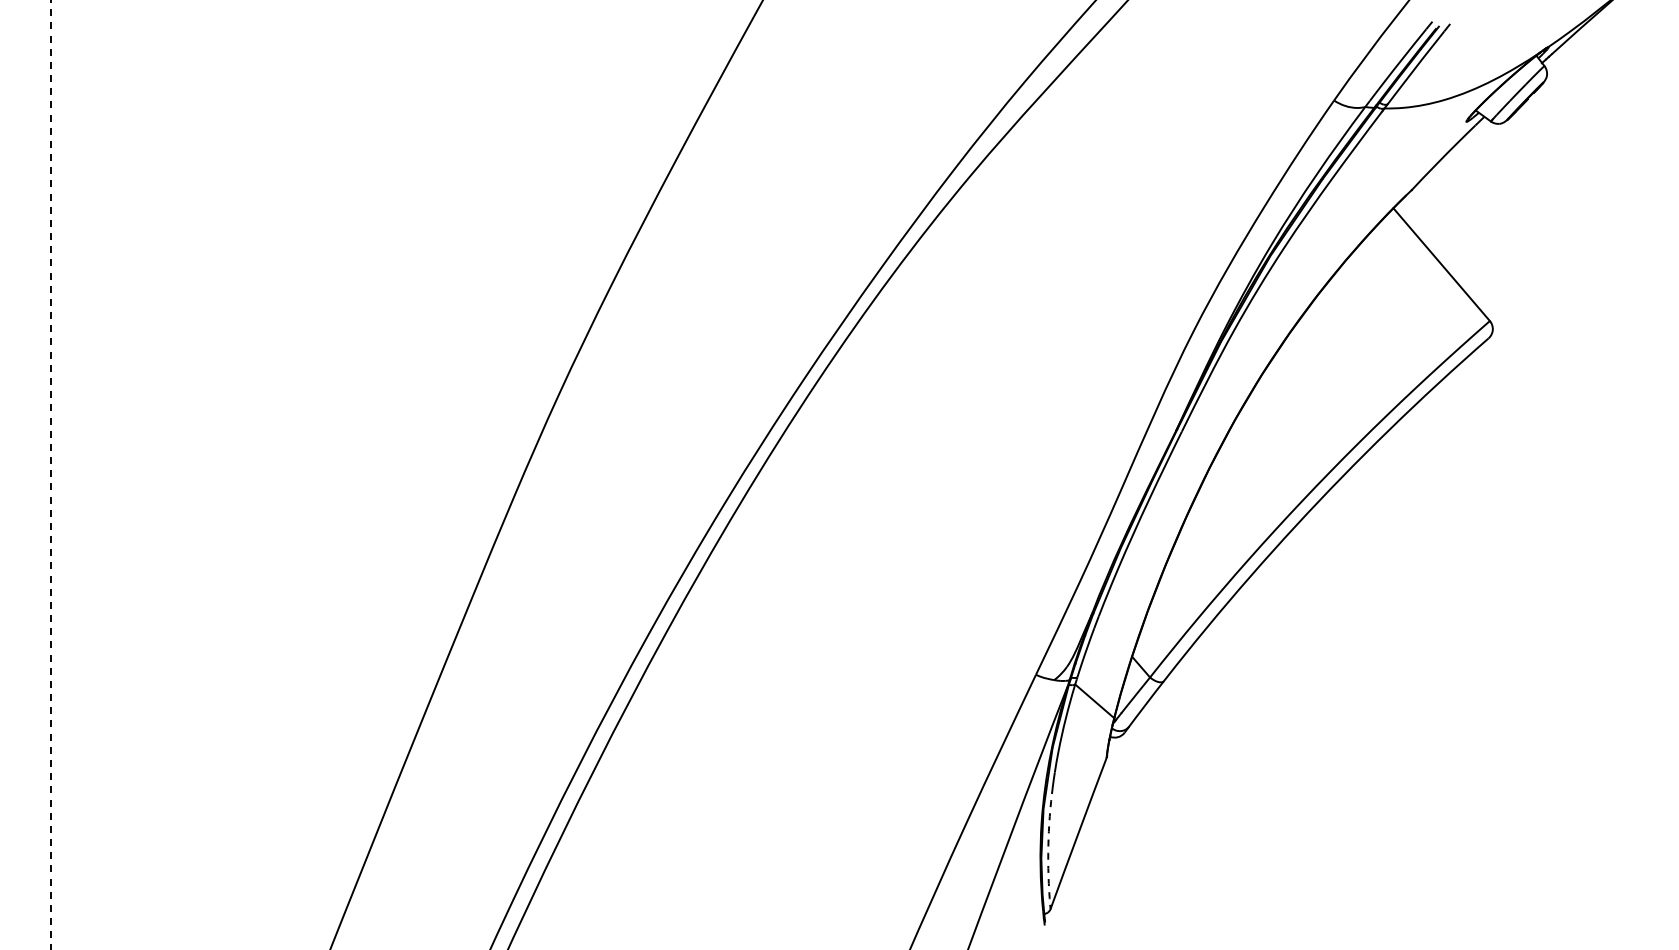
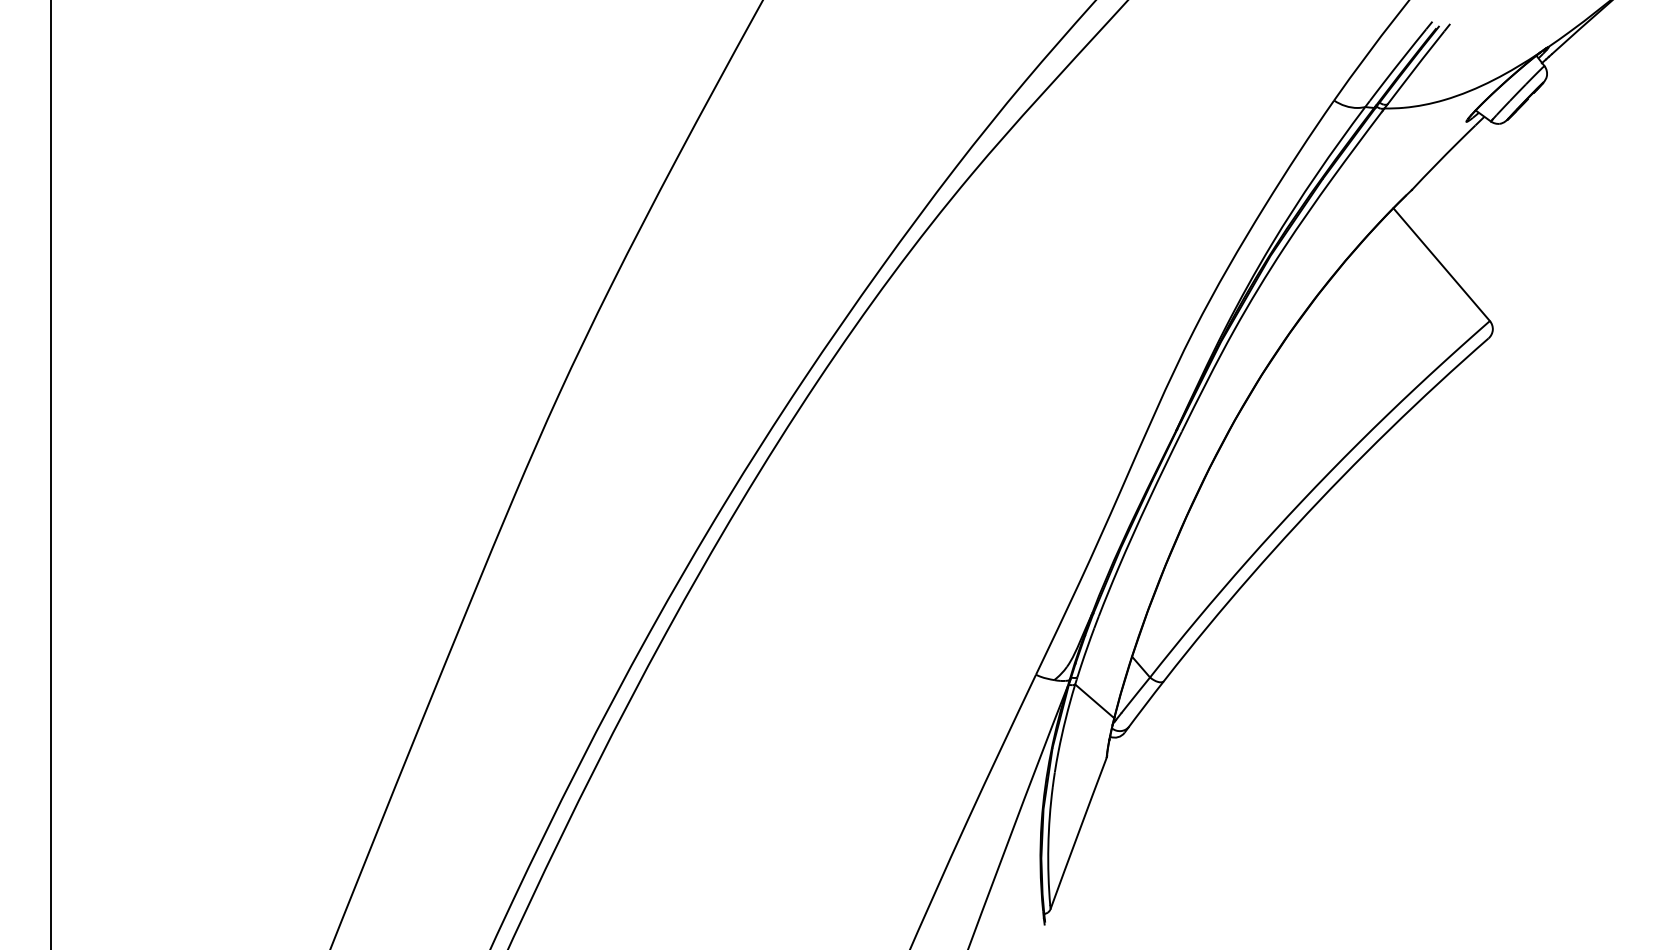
line at (51, 474): dashed -> solid
arc at (1048, 846): dashed -> solid
